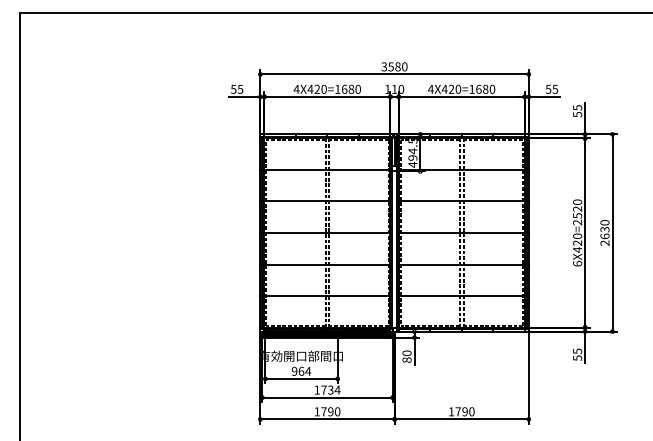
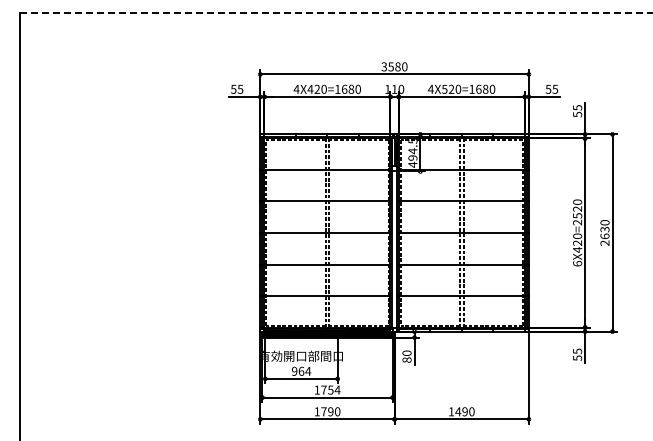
line at (336, 13): solid -> dashed
text at (444, 88): 4X420=1680 -> 4X520=1680
text at (330, 388): 1734 -> 1754
text at (458, 411): 1790 -> 1490
